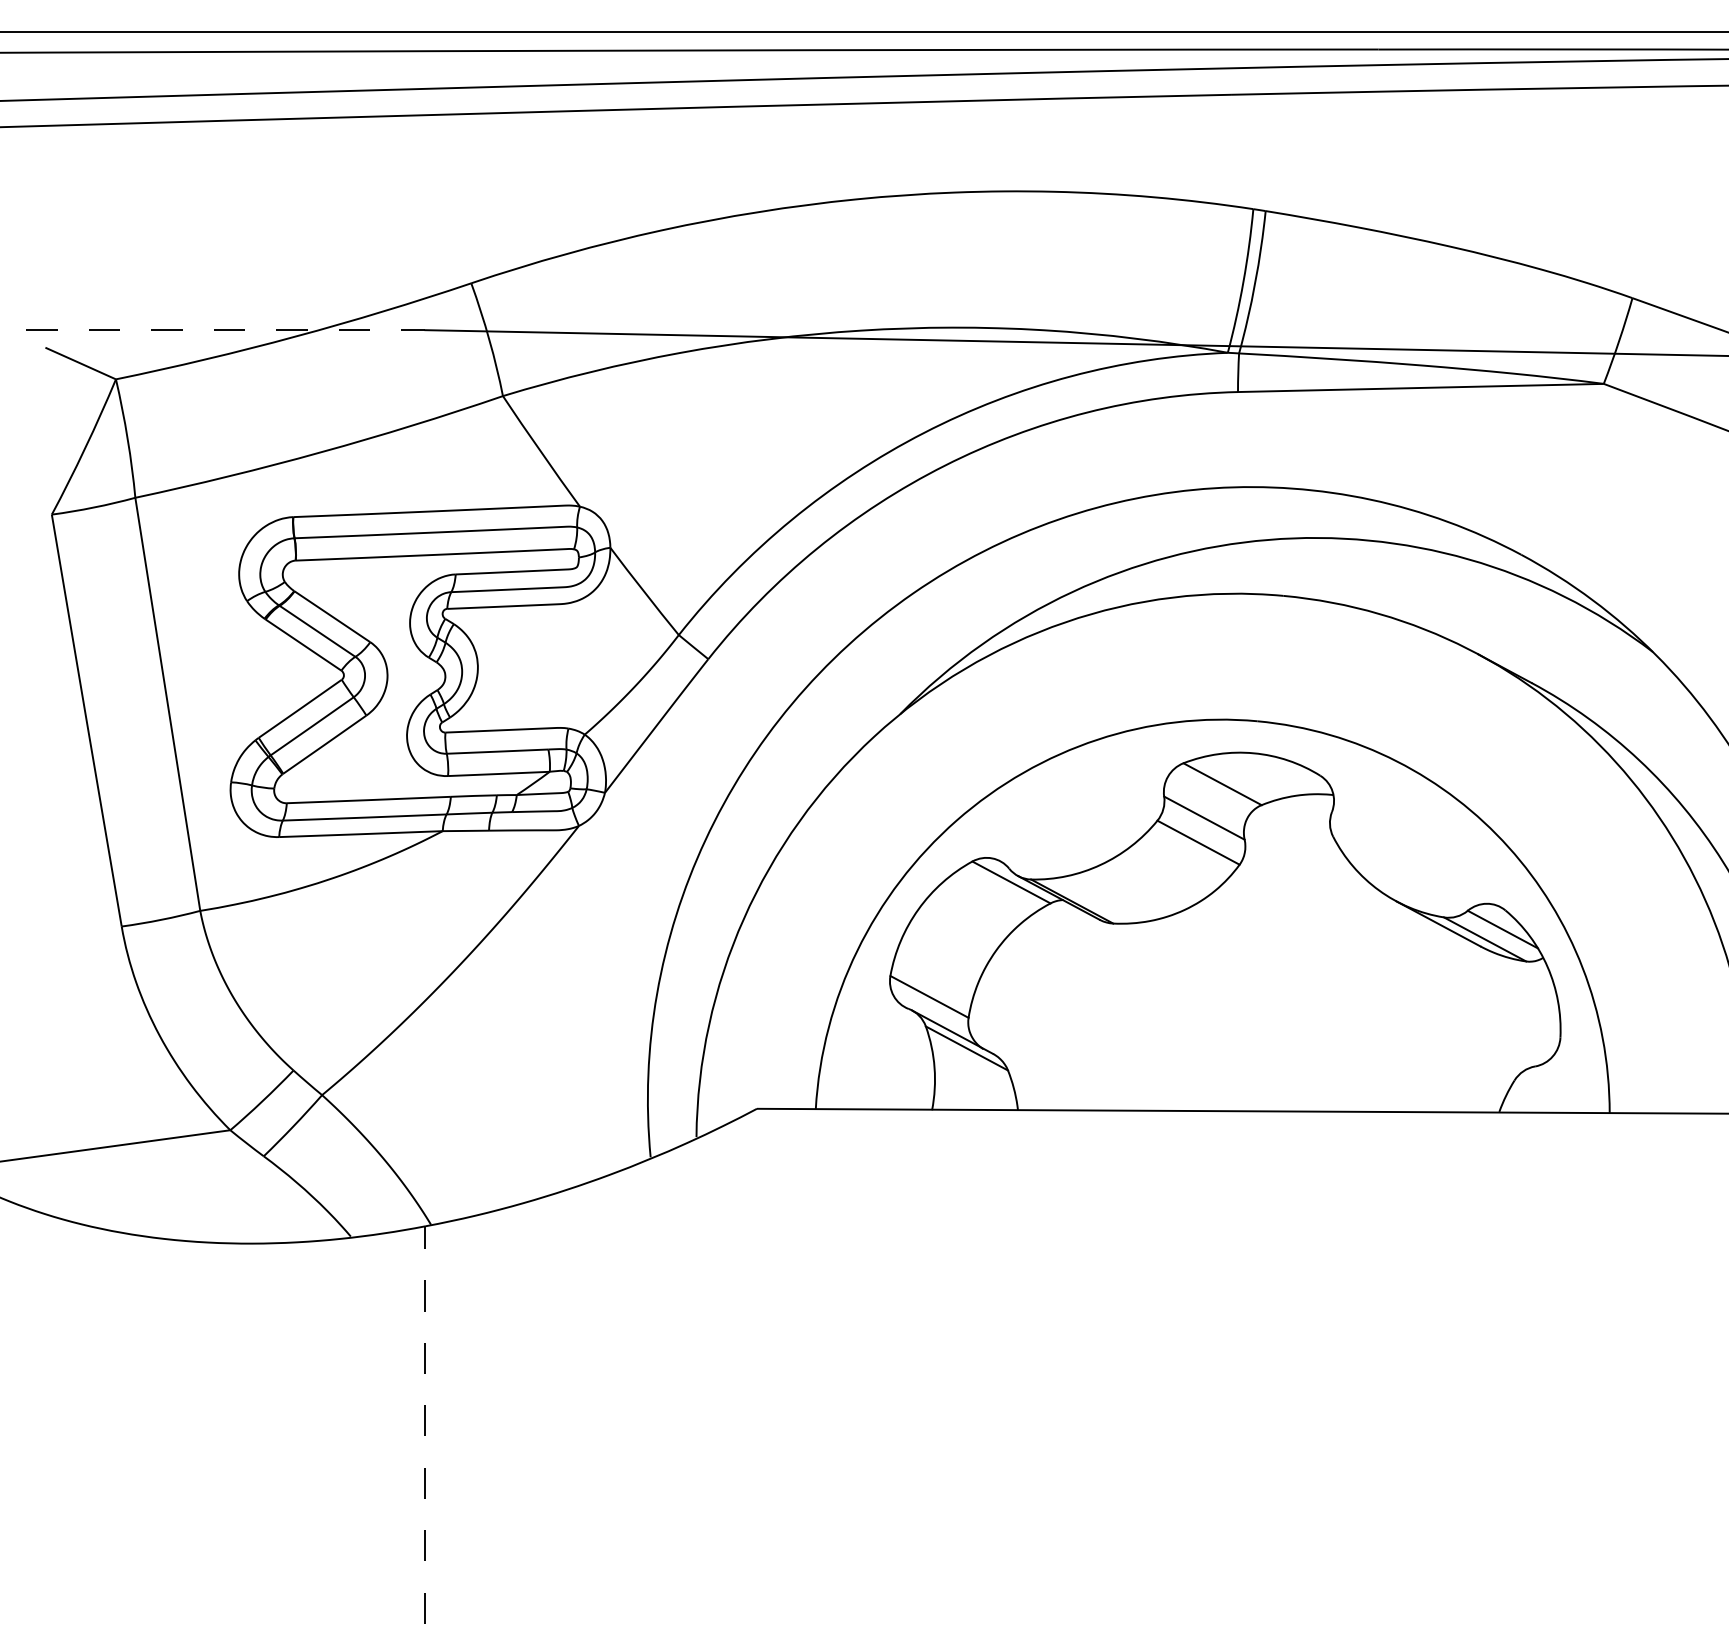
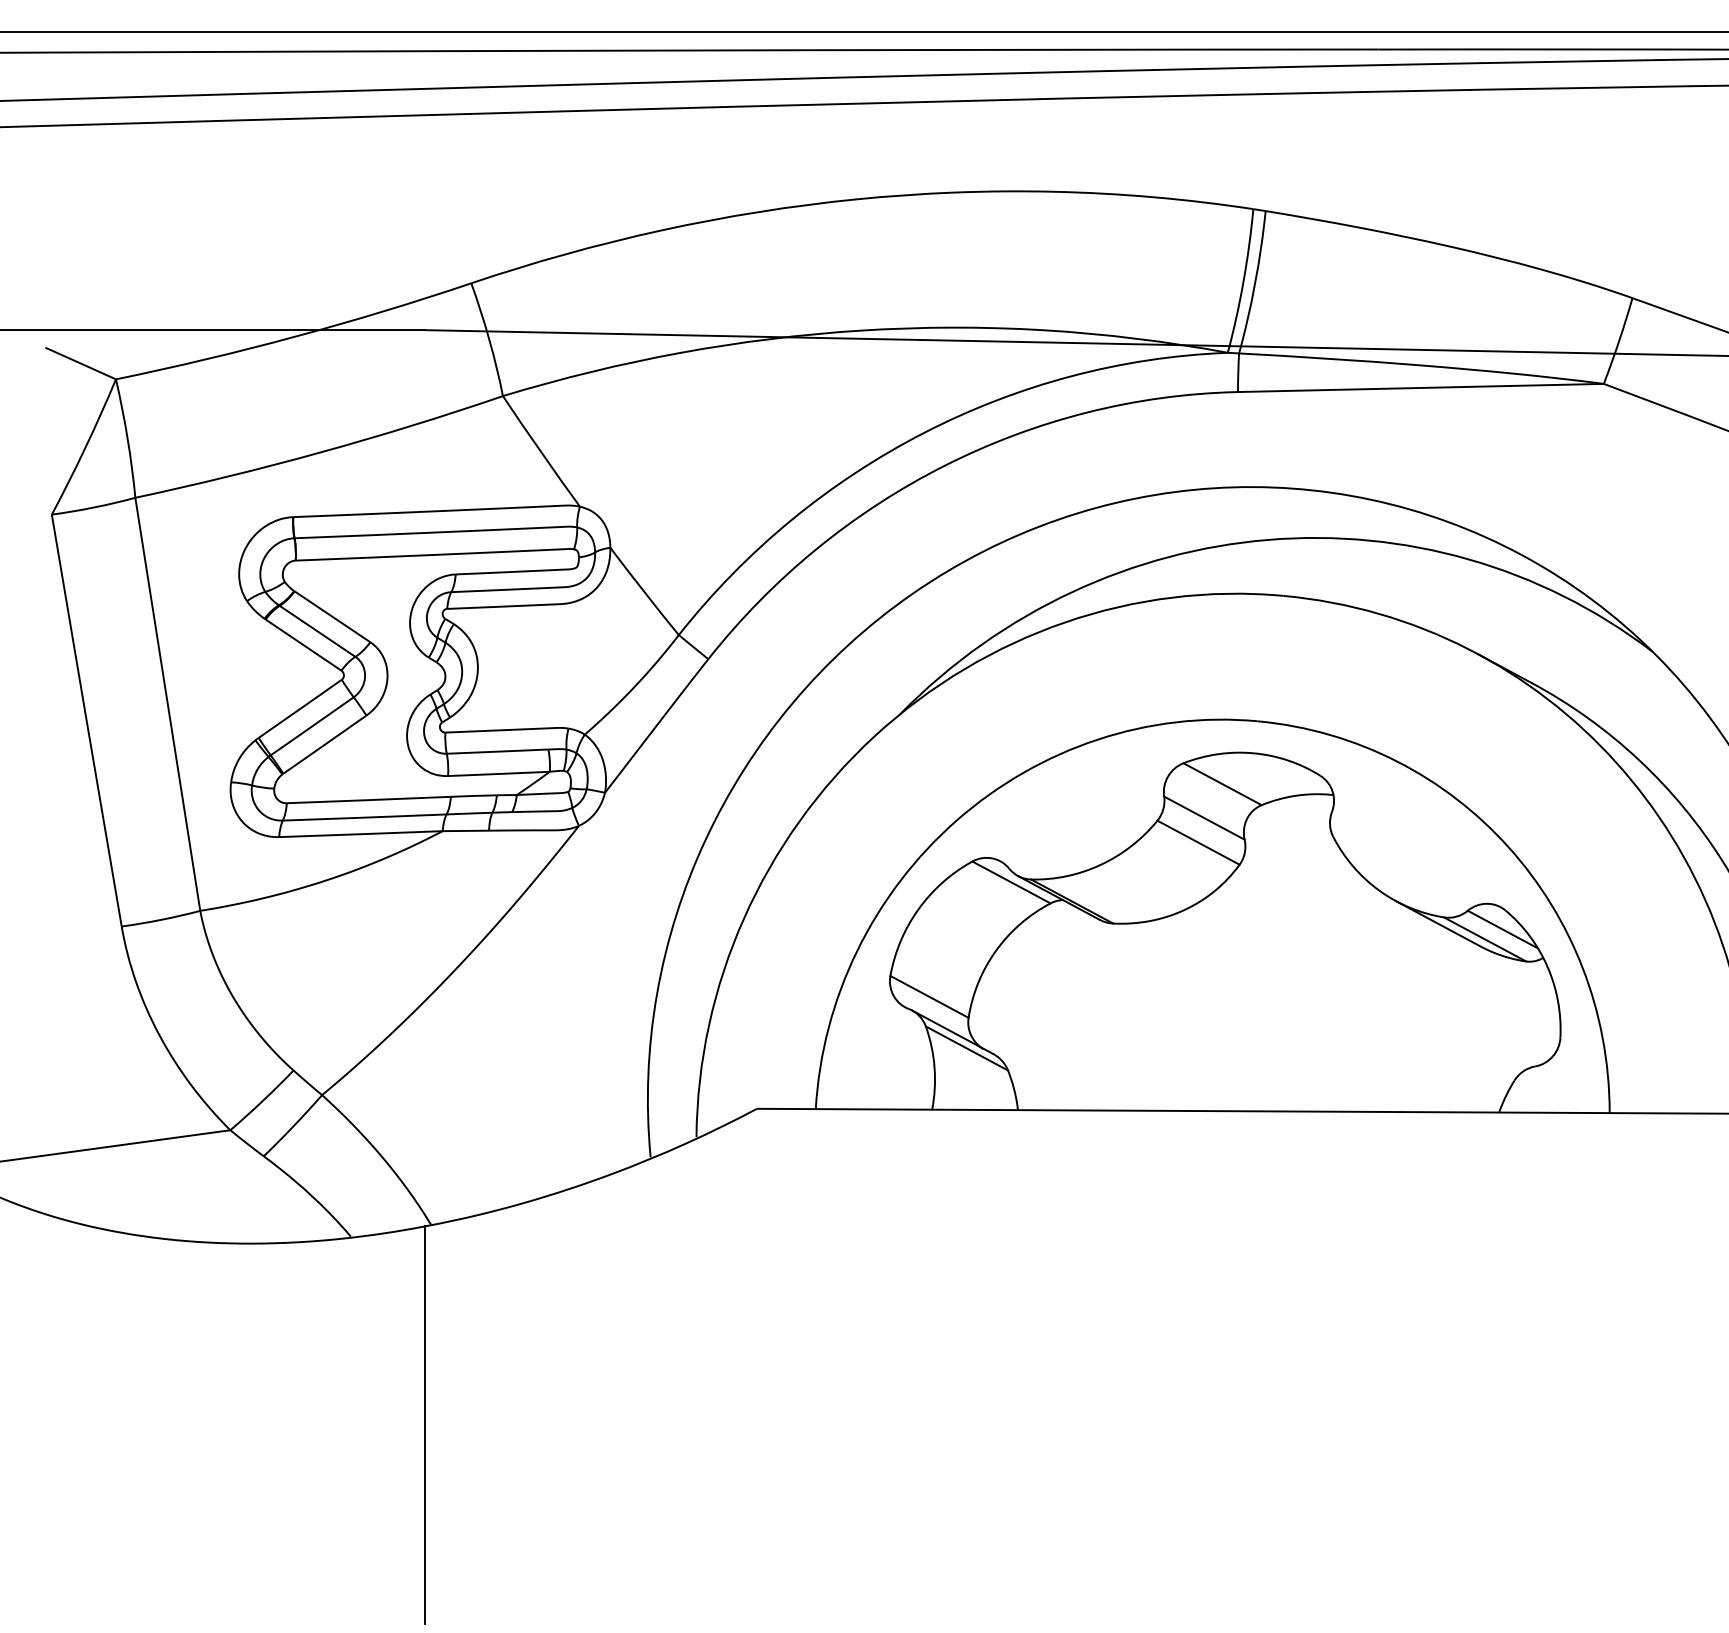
line at (213, 330): dashed -> solid
line at (425, 1425): dashed -> solid
